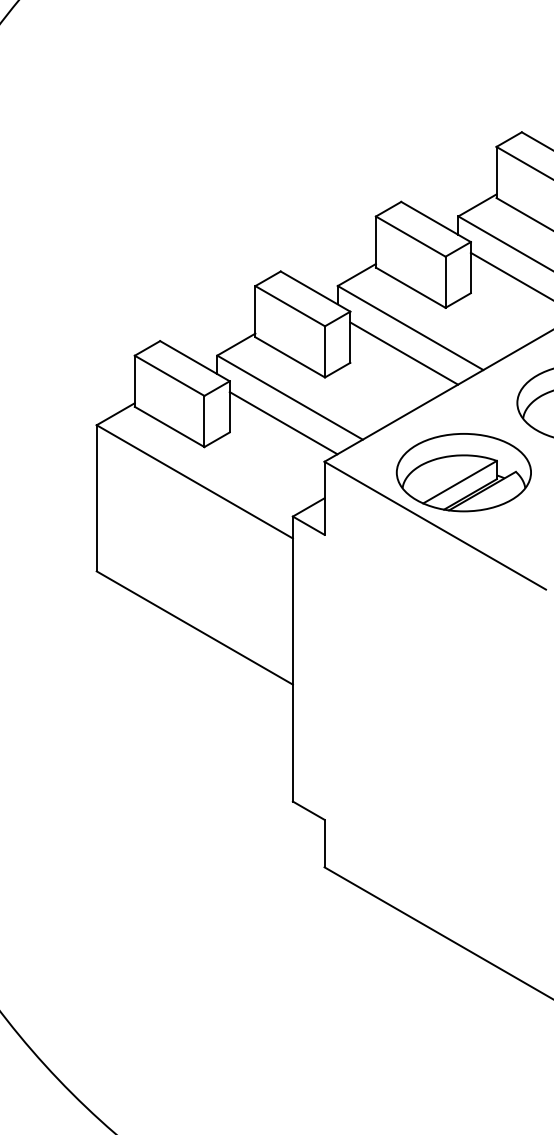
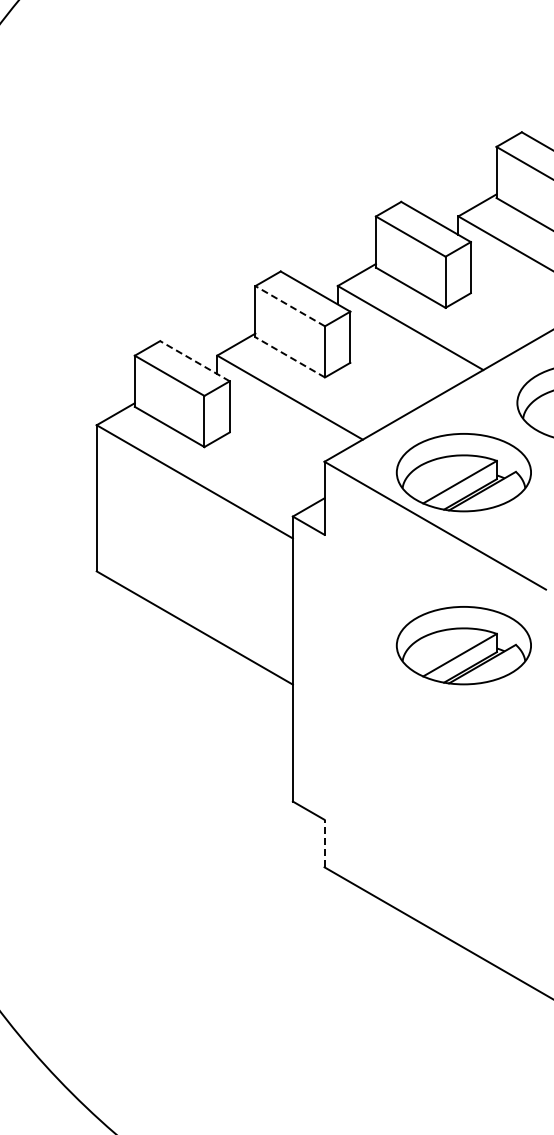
line at (510, 275): present -> none
line at (289, 305): solid -> dashed
line at (404, 353): present -> none
line at (289, 357): solid -> dashed
line at (194, 360): solid -> dashed
line at (283, 423): present -> none
part at (463, 645): none -> present
line at (324, 843): solid -> dashed
